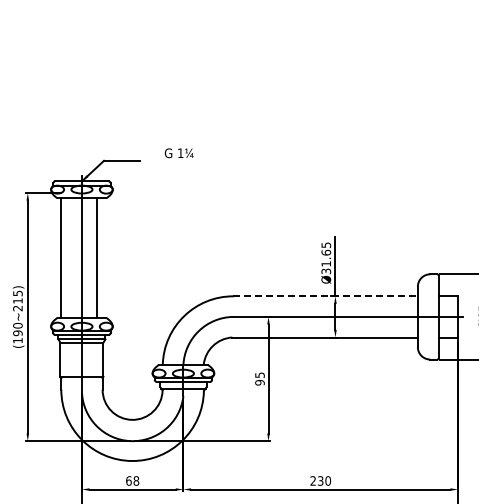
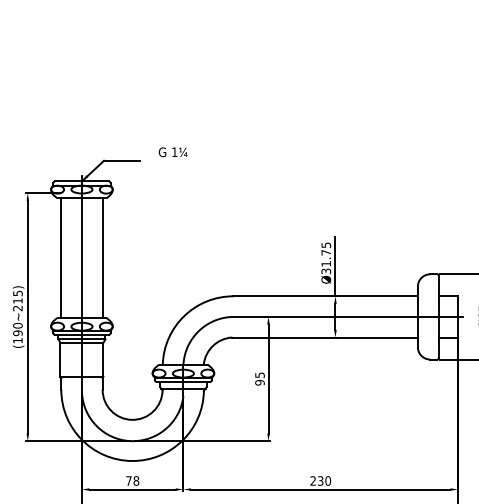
text at (178, 153) position: (178, 153) -> (172, 152)
text at (326, 252): Ø31.65 -> Ø31.75
line at (96, 258) position: (96, 258) -> (102, 258)
line at (325, 296): dashed -> solid
text at (128, 480): 68 -> 78
